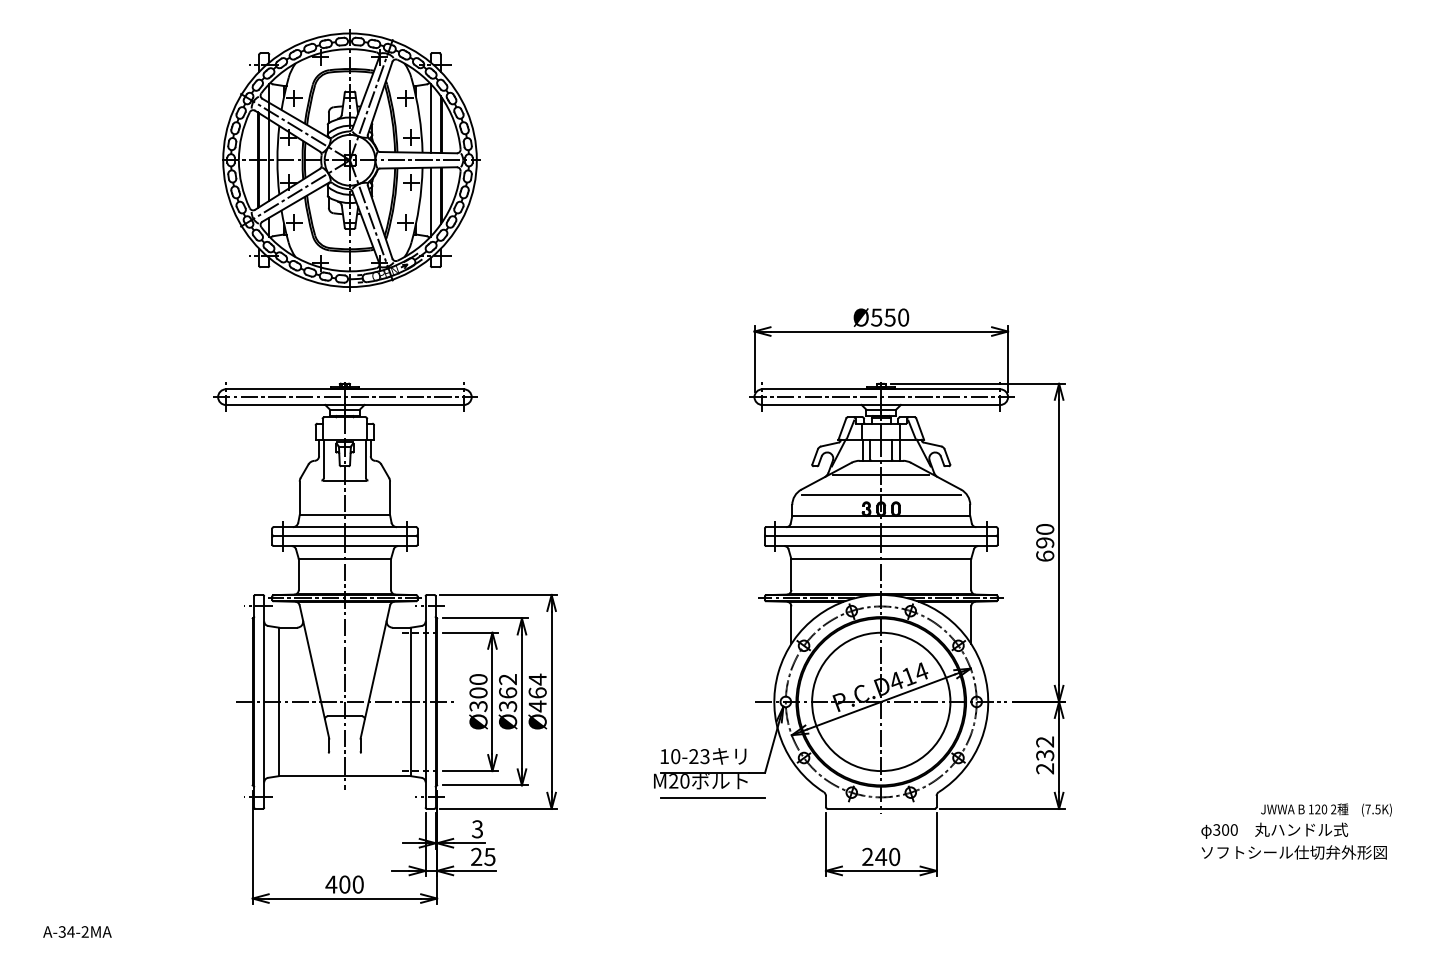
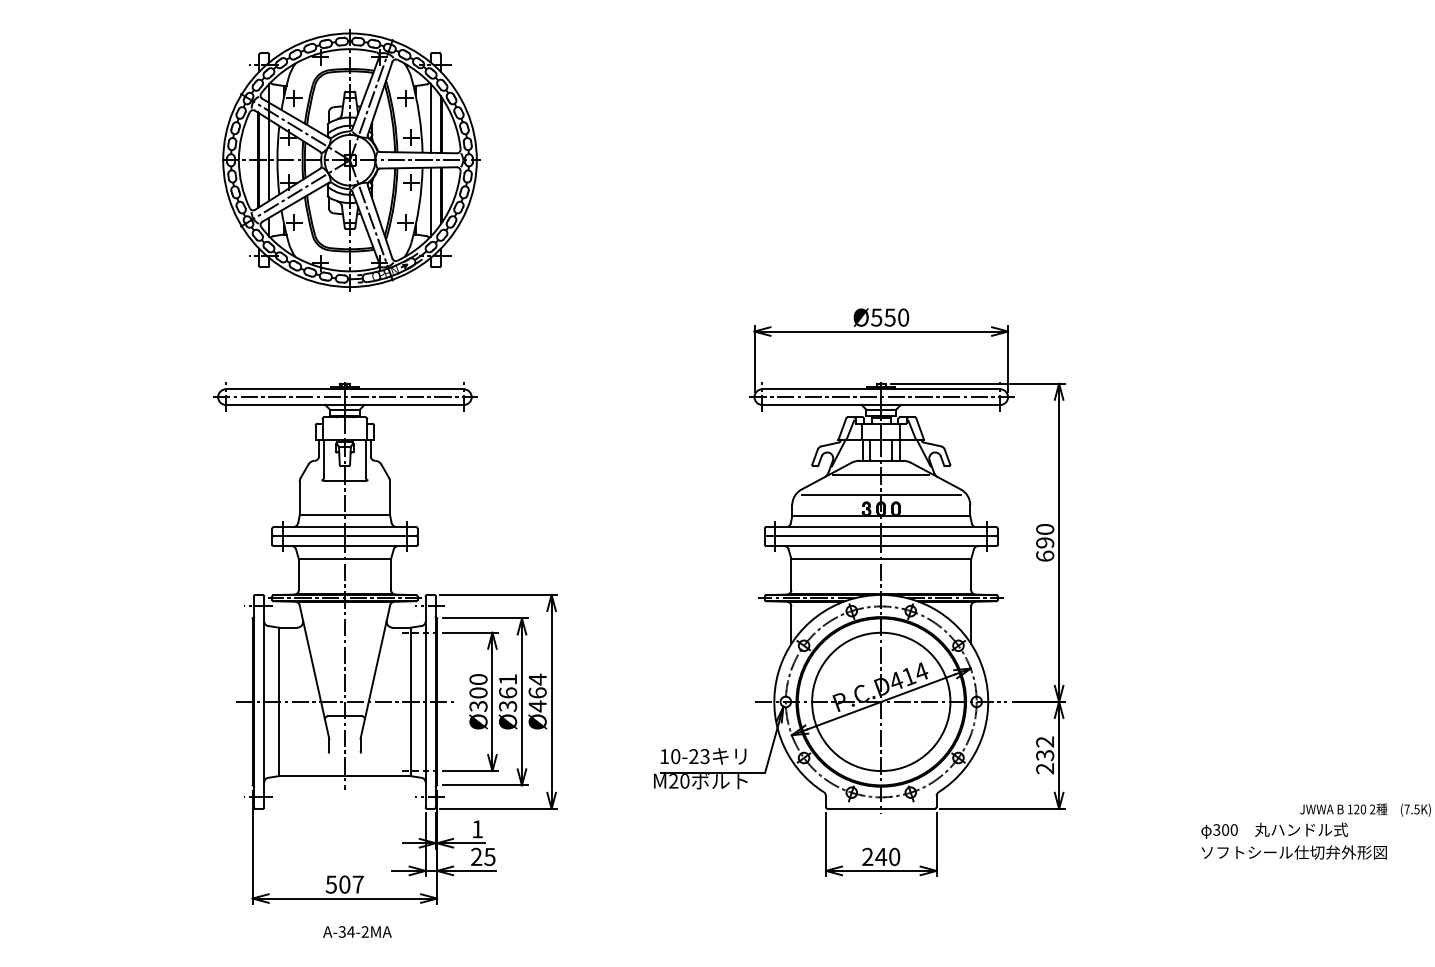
text at (507, 679): Ø362 -> Ø361
line at (712, 798): present -> none
text at (1326, 809) position: (1326, 809) -> (1365, 809)
text at (477, 829): 3 -> 1
text at (344, 884): 400 -> 507
text at (77, 931) position: (77, 931) -> (357, 931)
